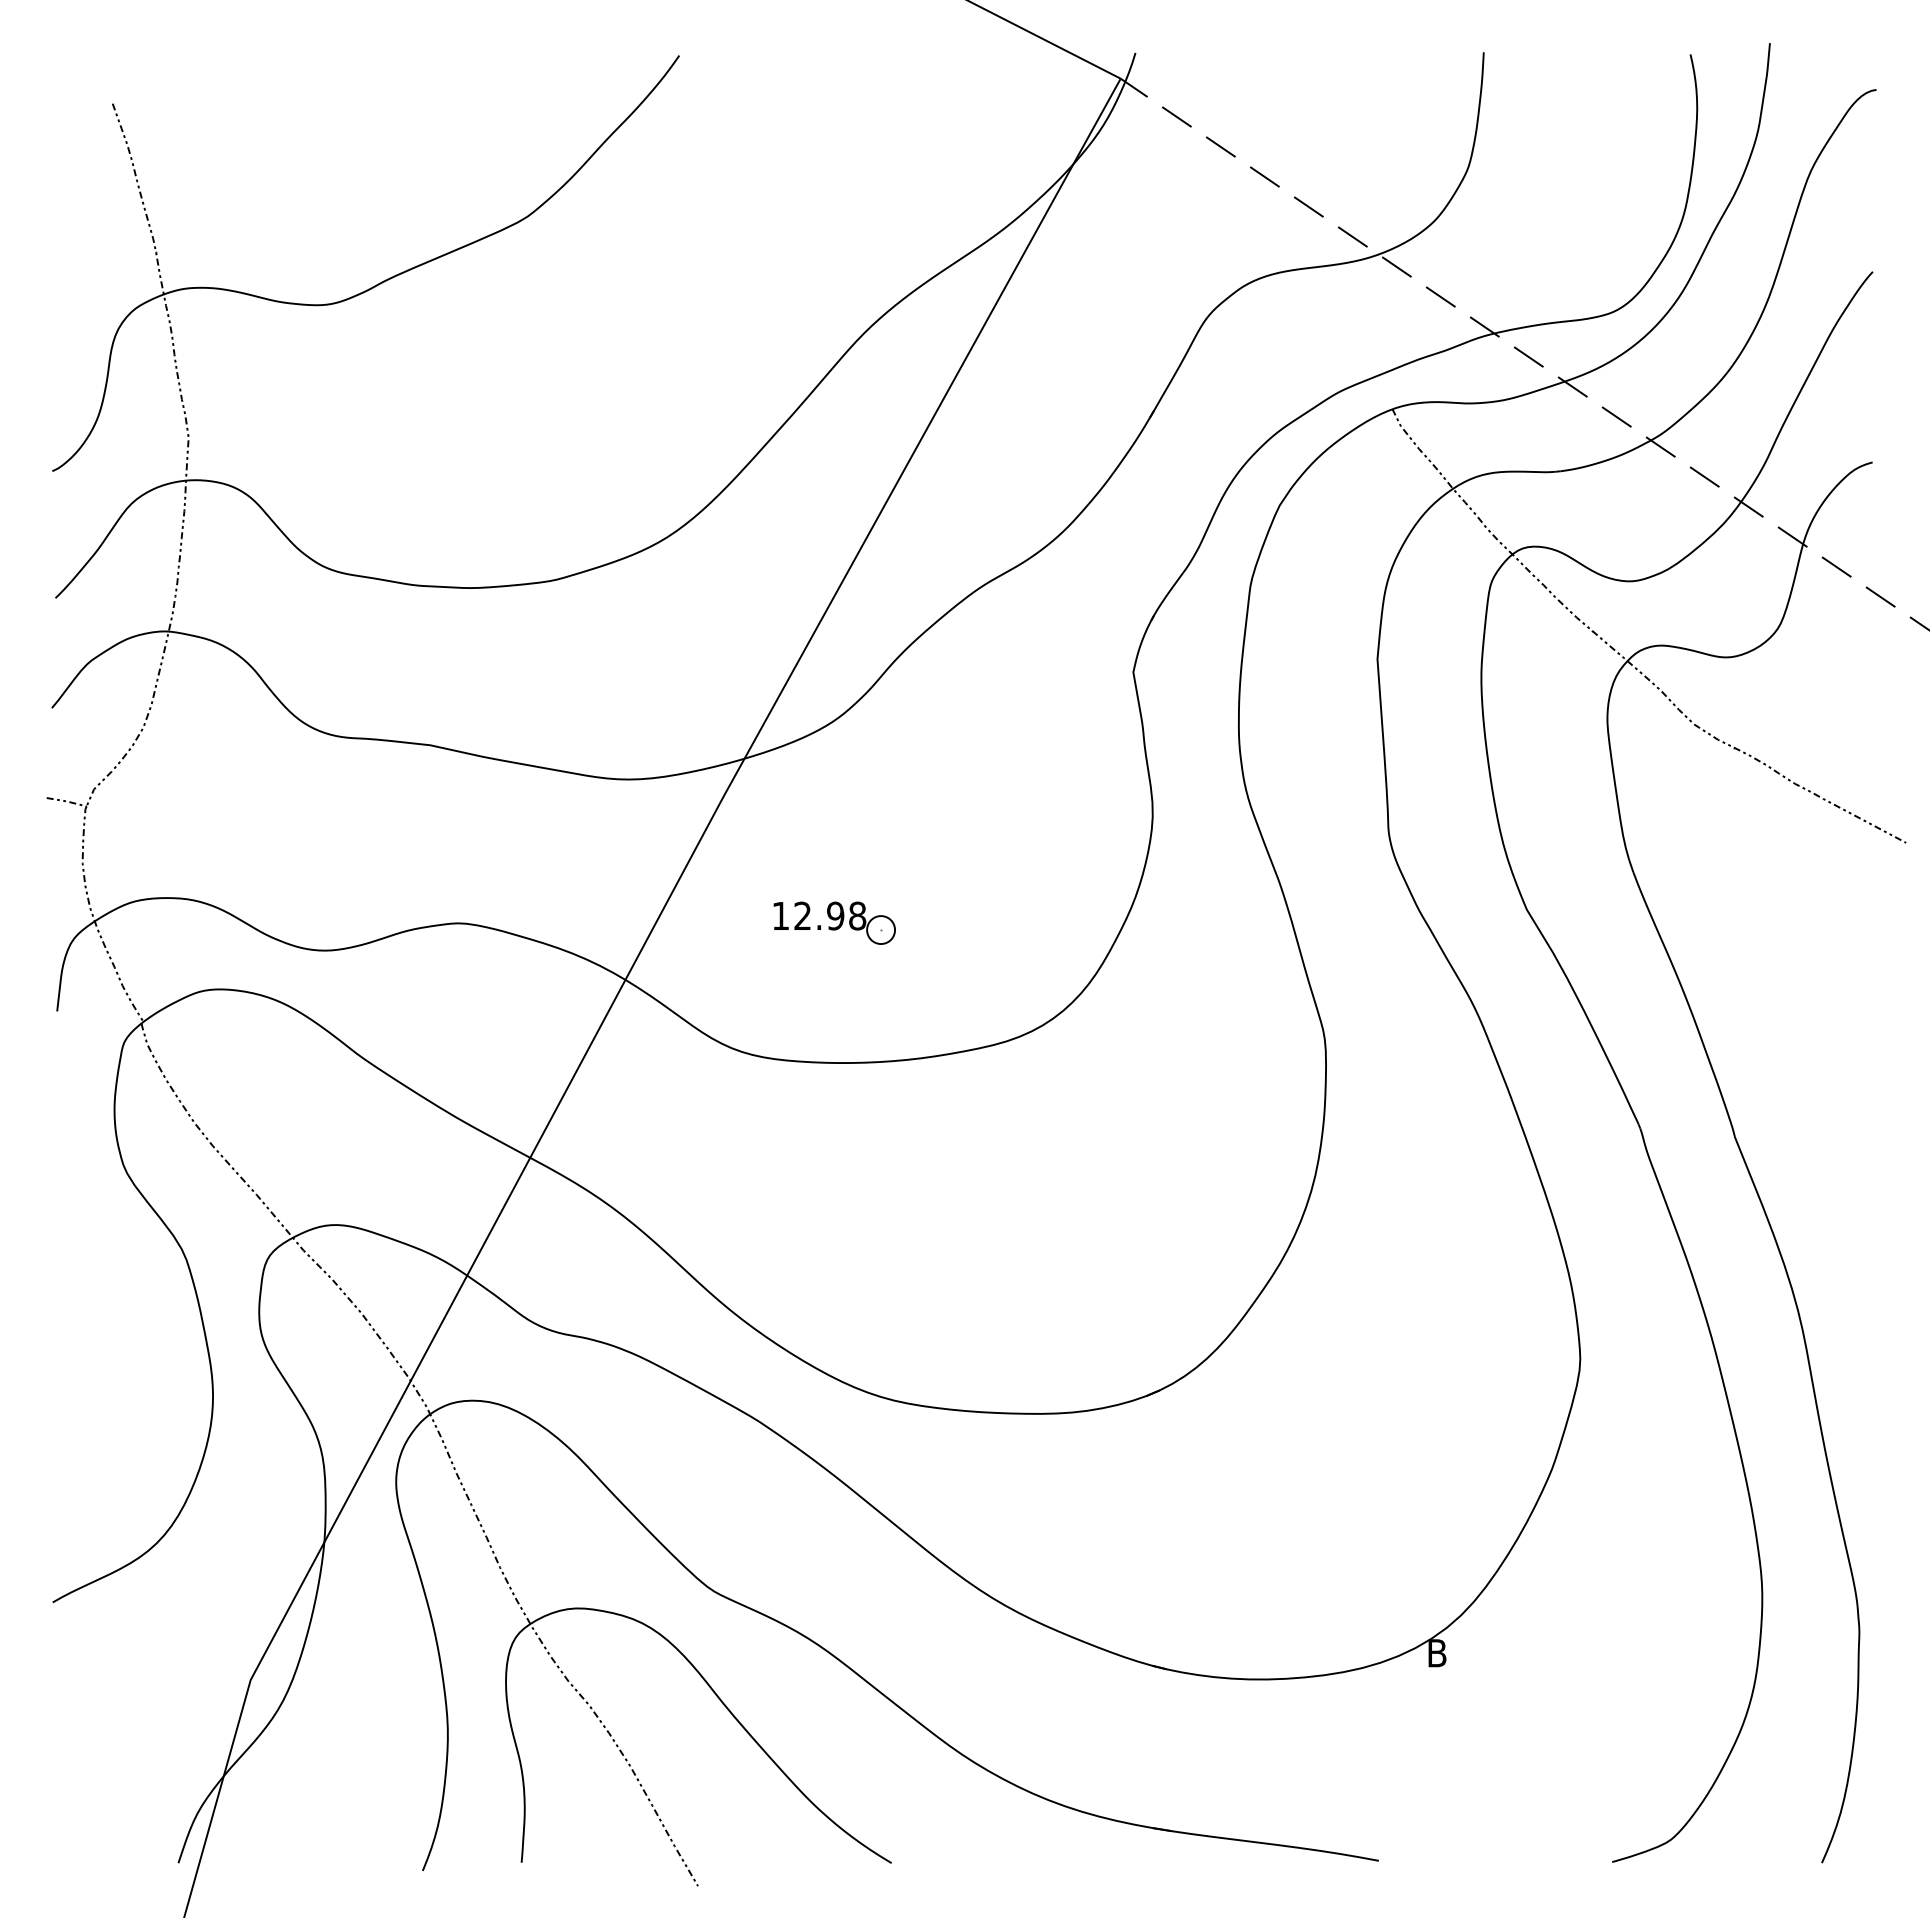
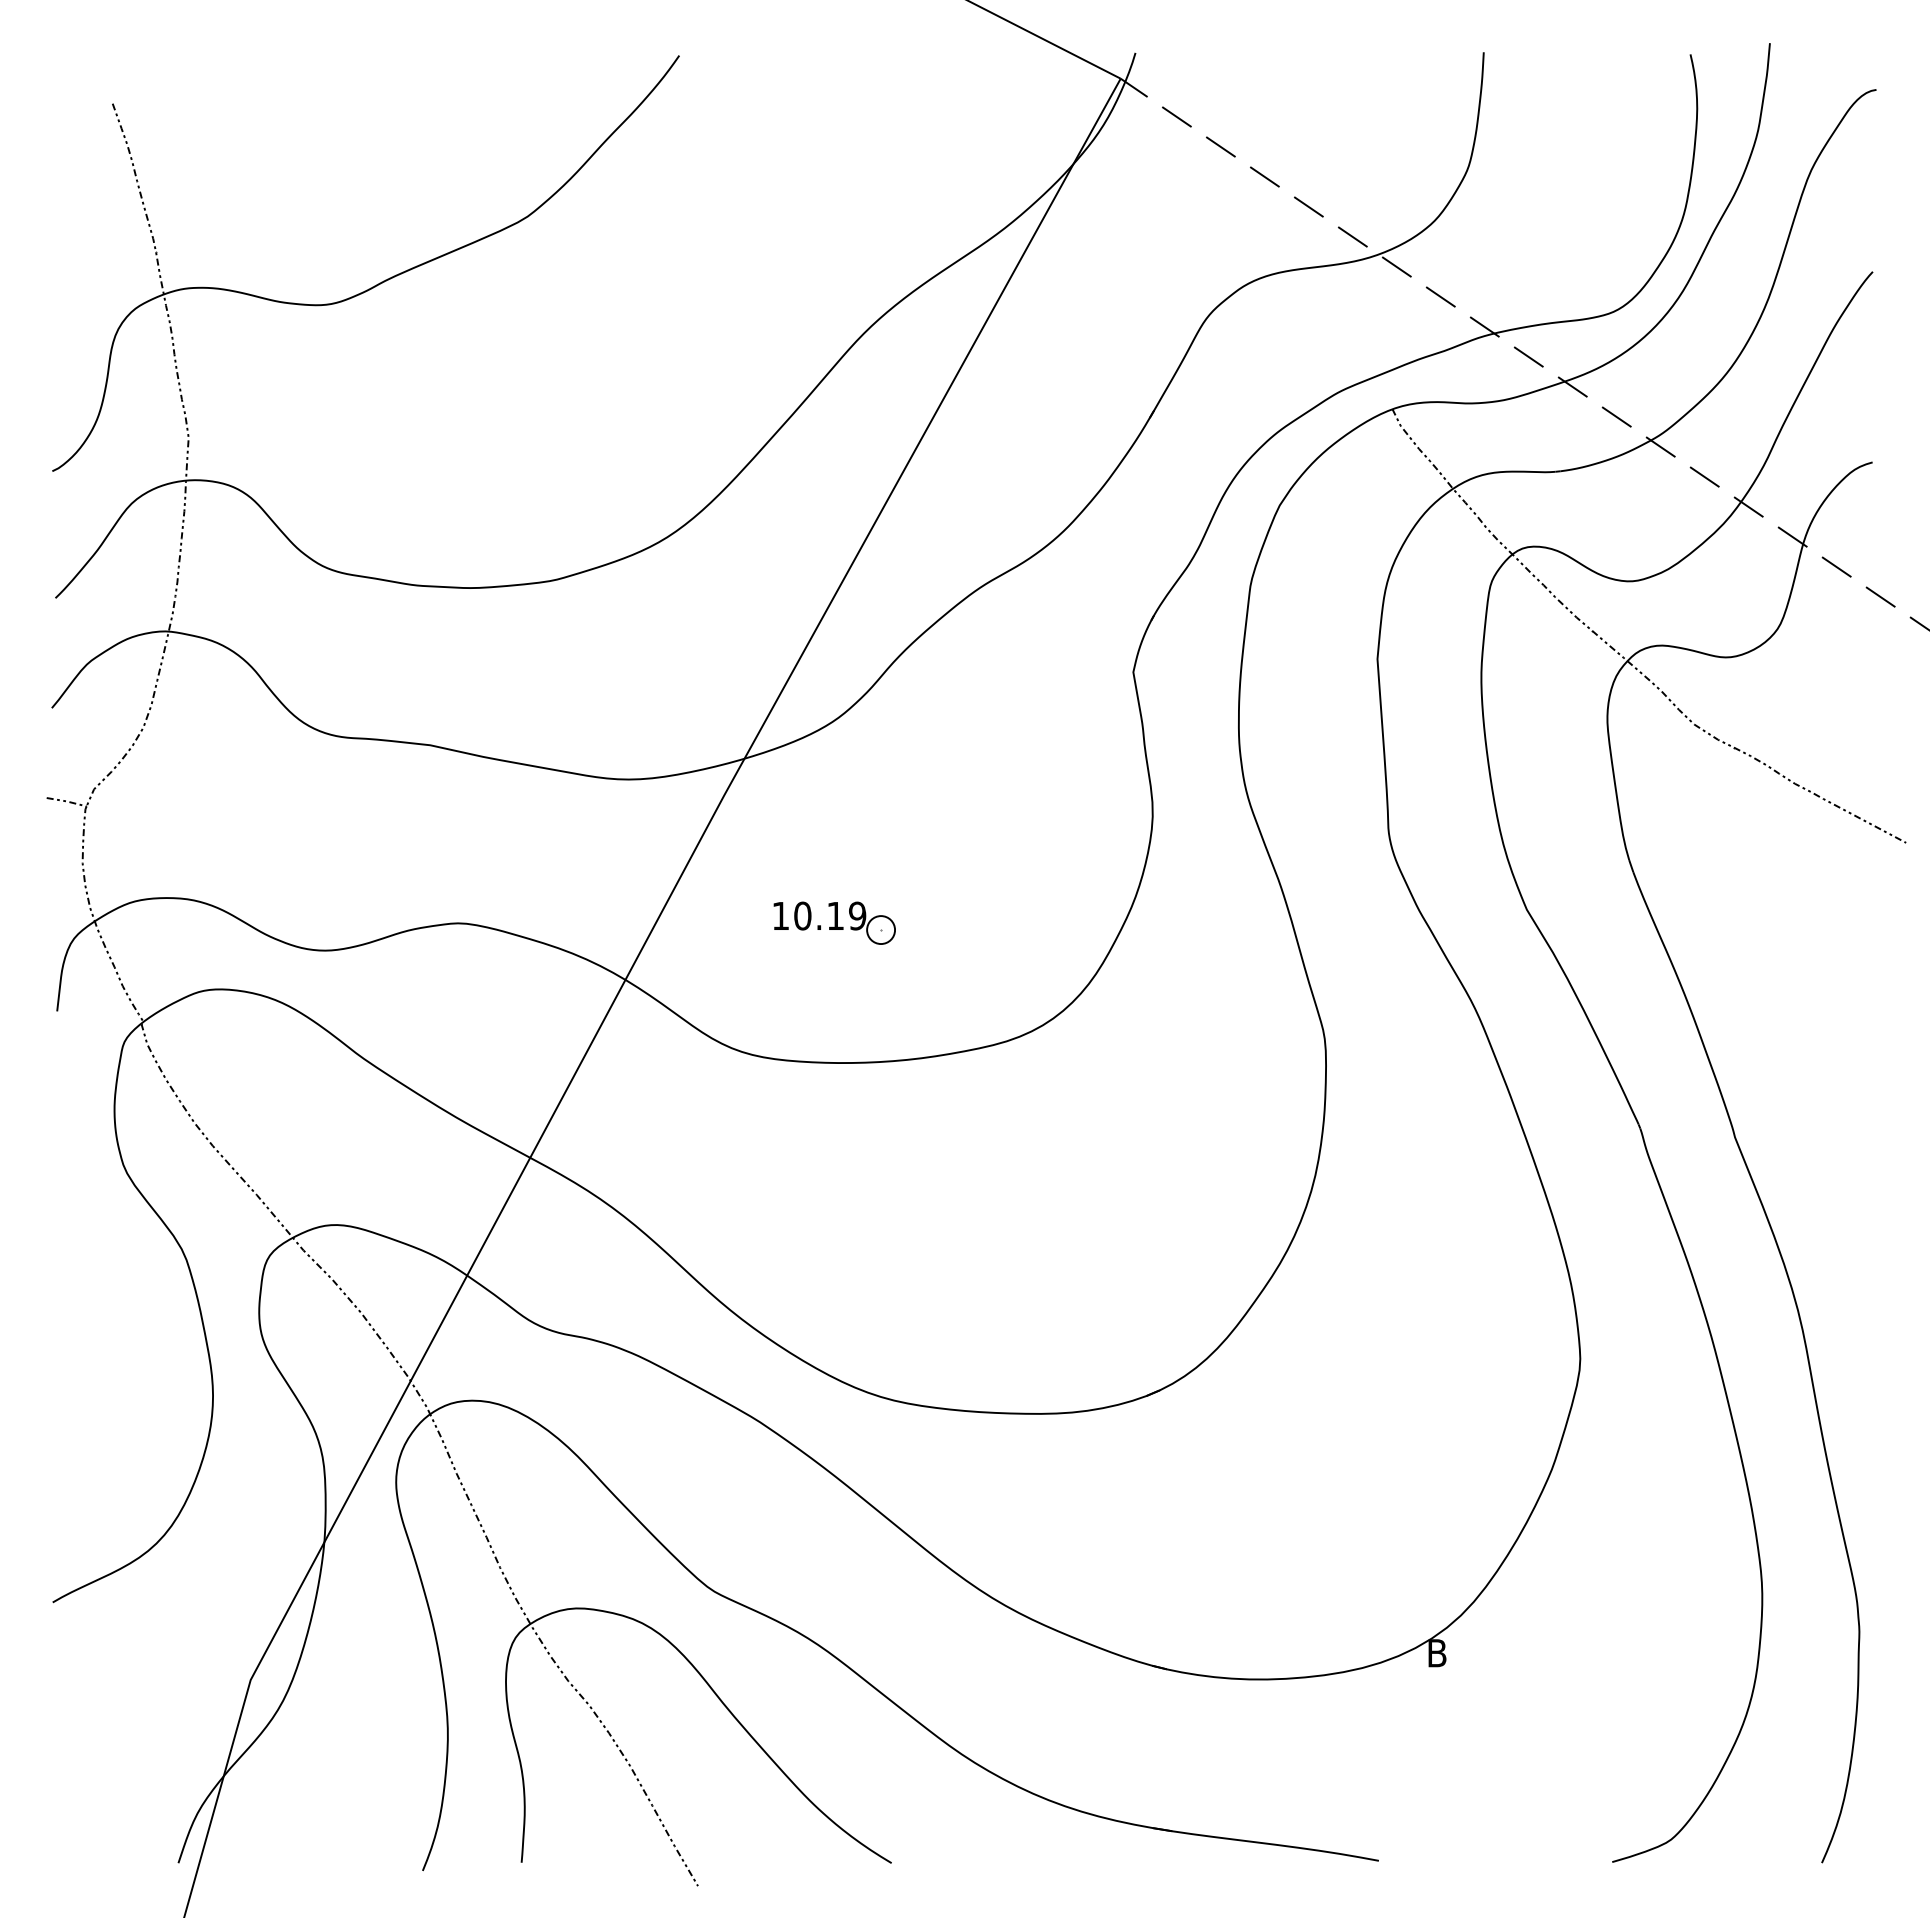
text at (830, 915): 12.98 -> 10.19
